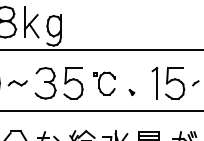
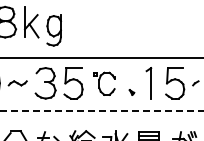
line at (101, 50) position: (101, 50) -> (101, 58)
part at (154, 83) position: (154, 83) -> (148, 83)
line at (102, 111): solid -> dashed
